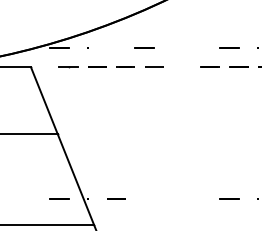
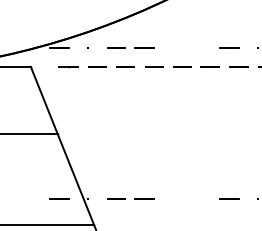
line at (116, 47): none -> present
line at (182, 66): none -> present
line at (144, 198): none -> present
